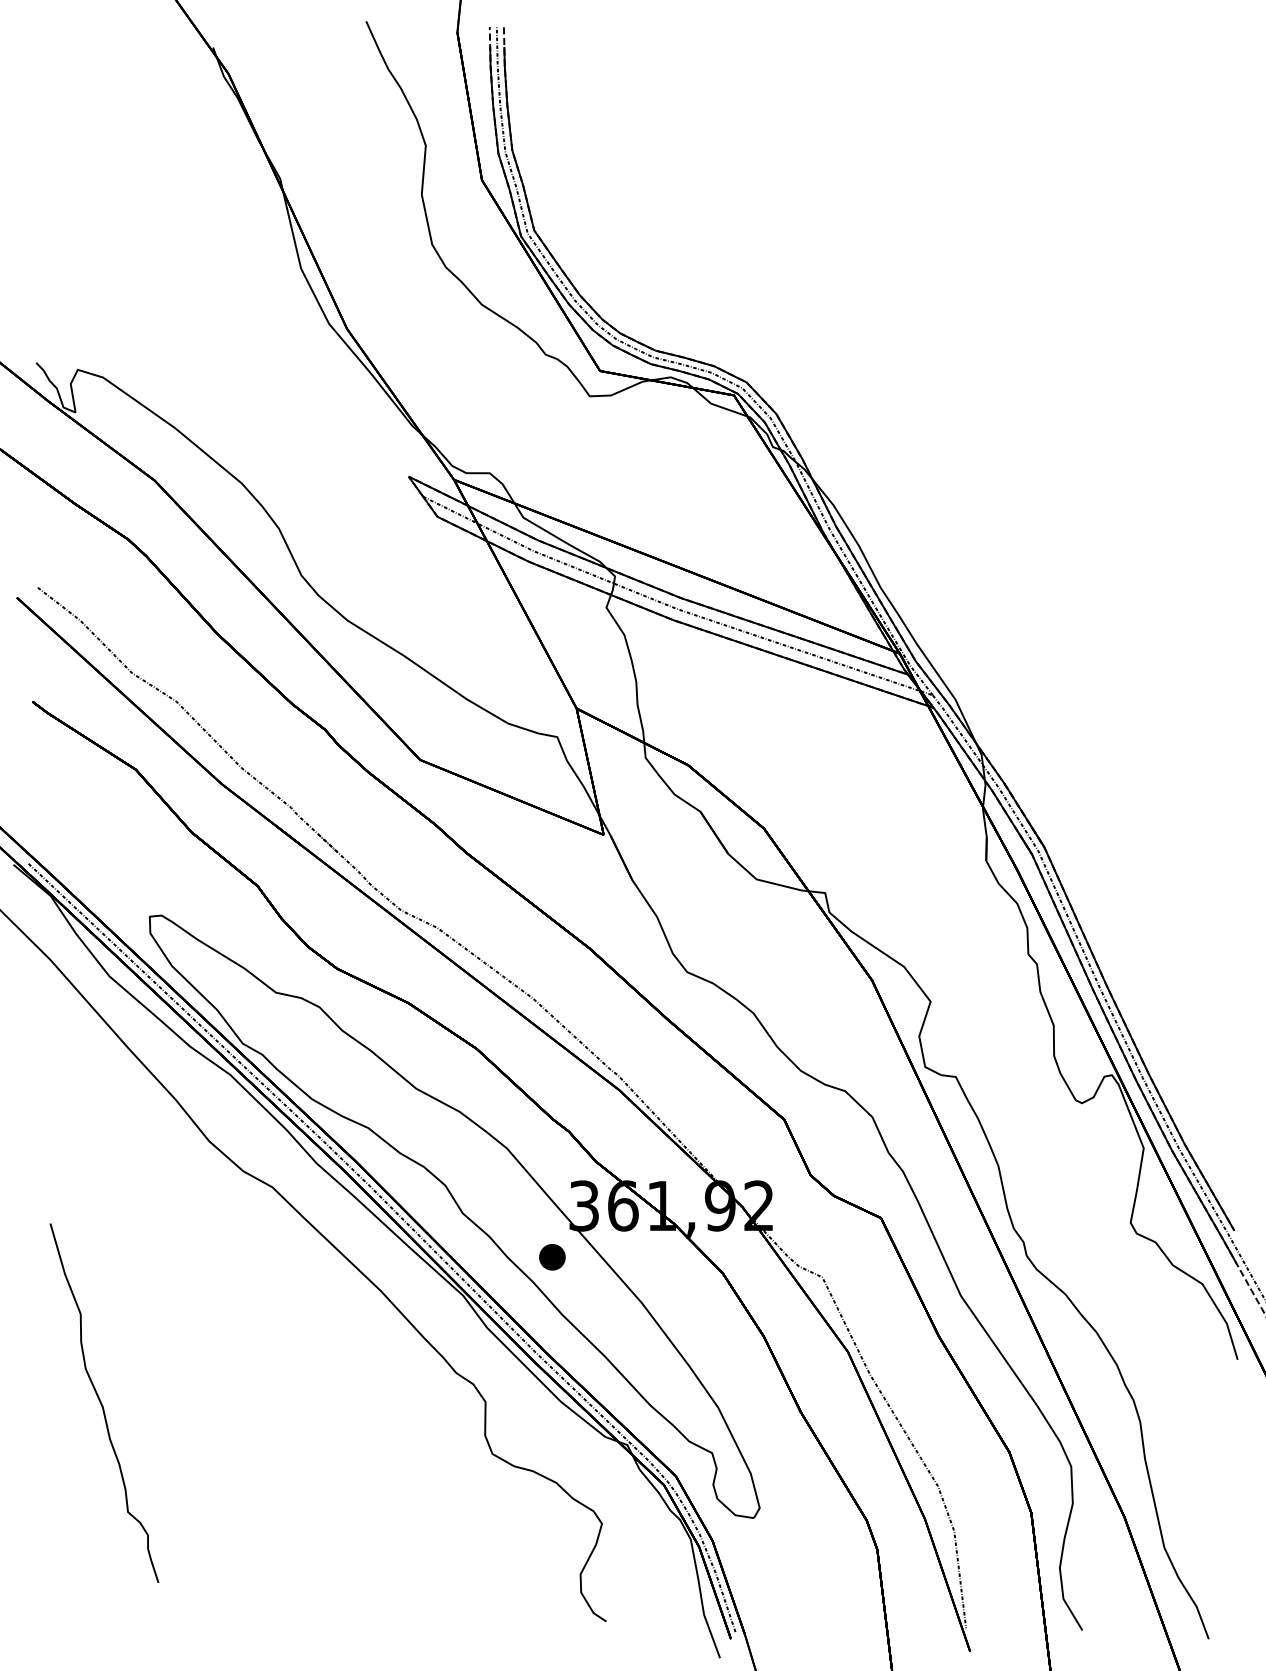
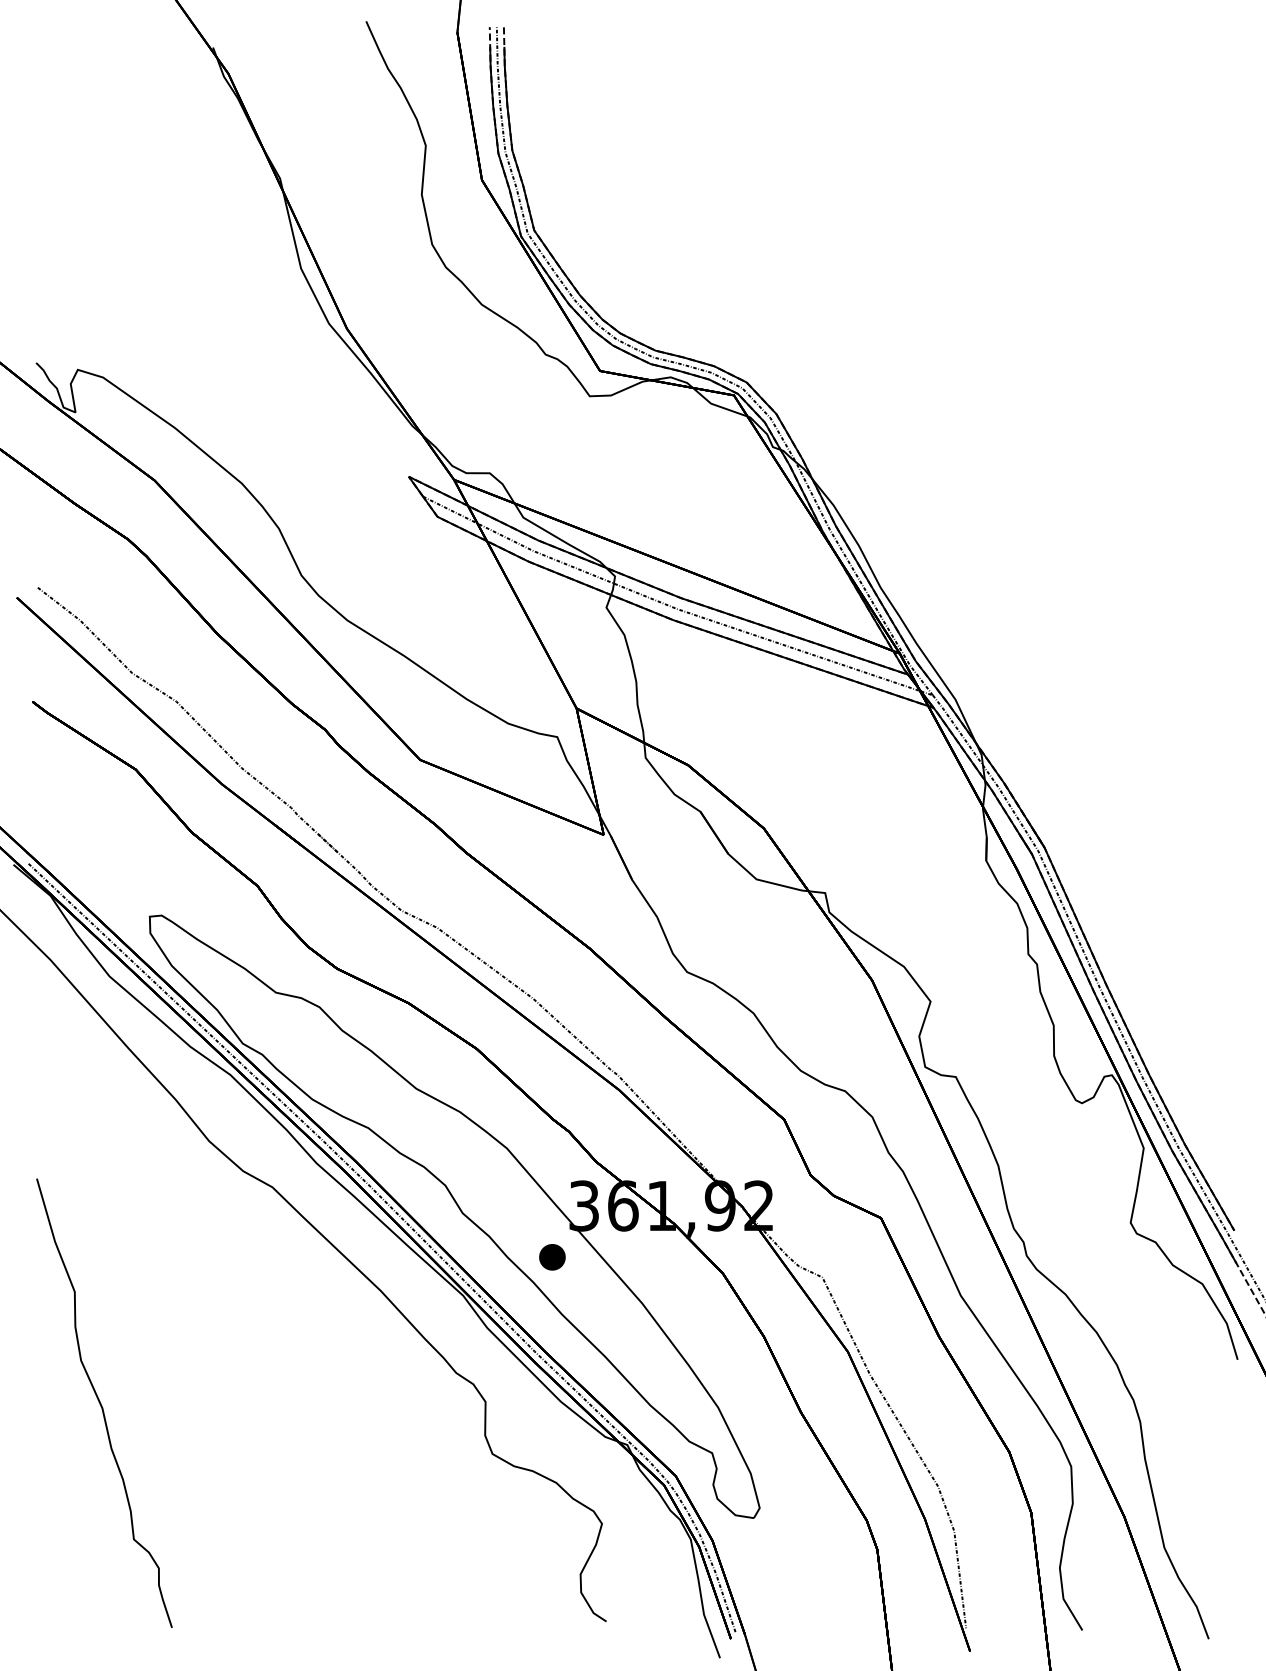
part at (104, 1402) size: 111x360 px -> 137x450 px
